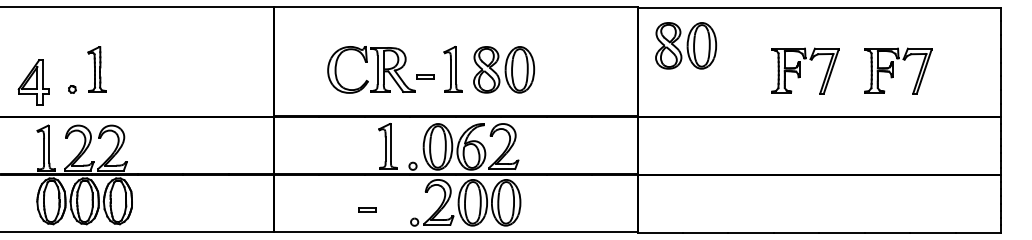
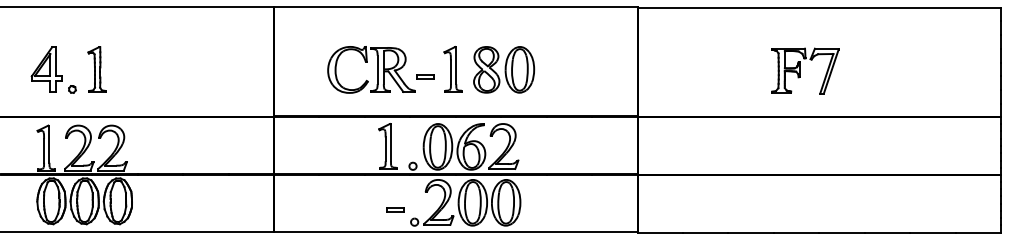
part at (686, 45): present -> none
part at (898, 70): present -> none
part at (33, 82) position: (33, 82) -> (46, 69)
part at (367, 209) position: (367, 209) -> (395, 209)
